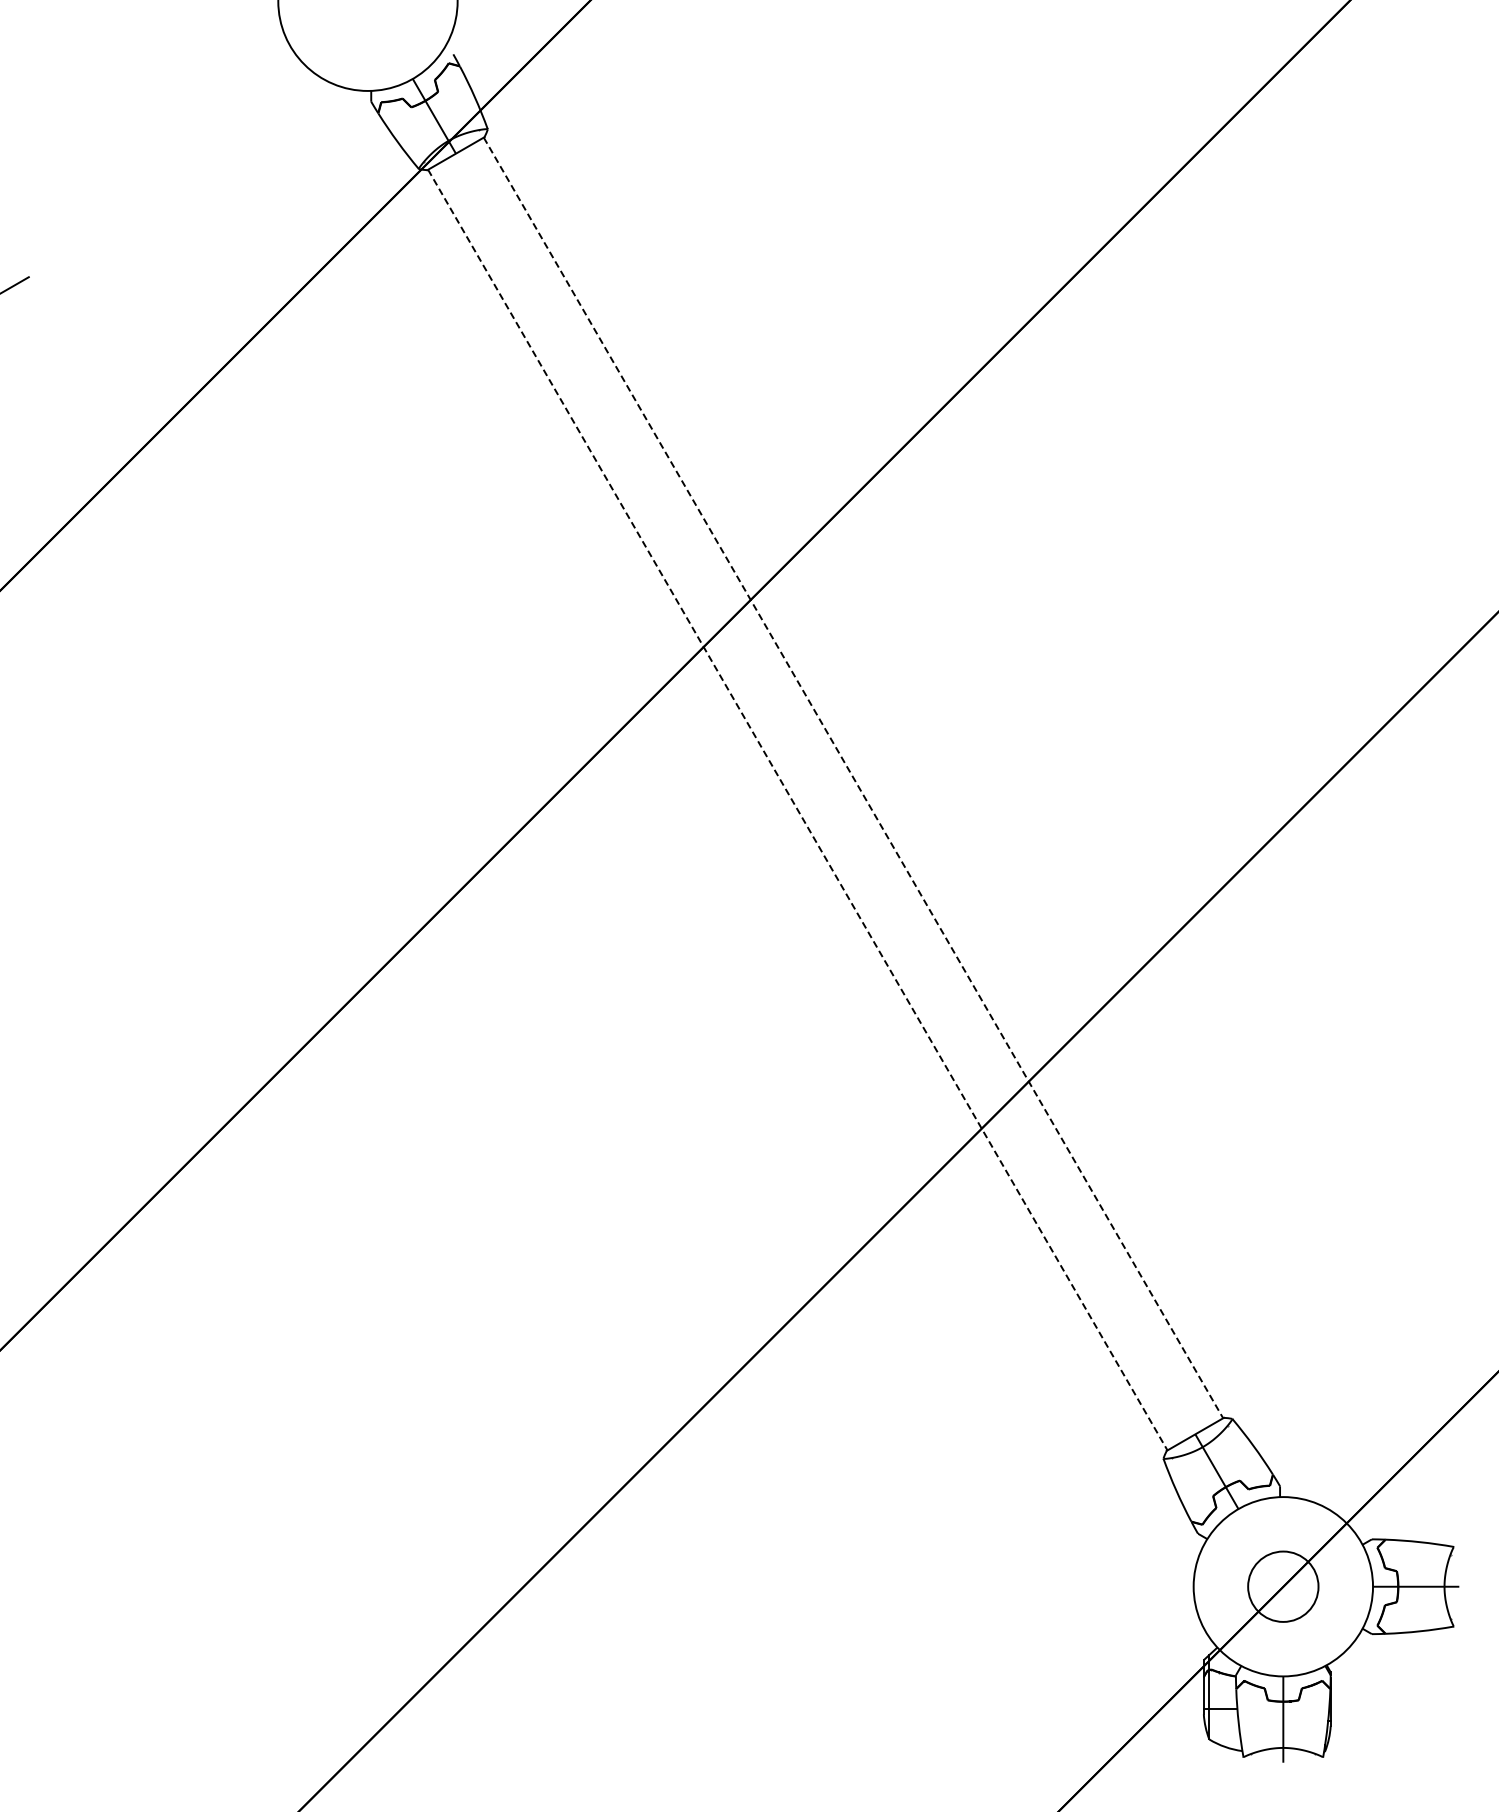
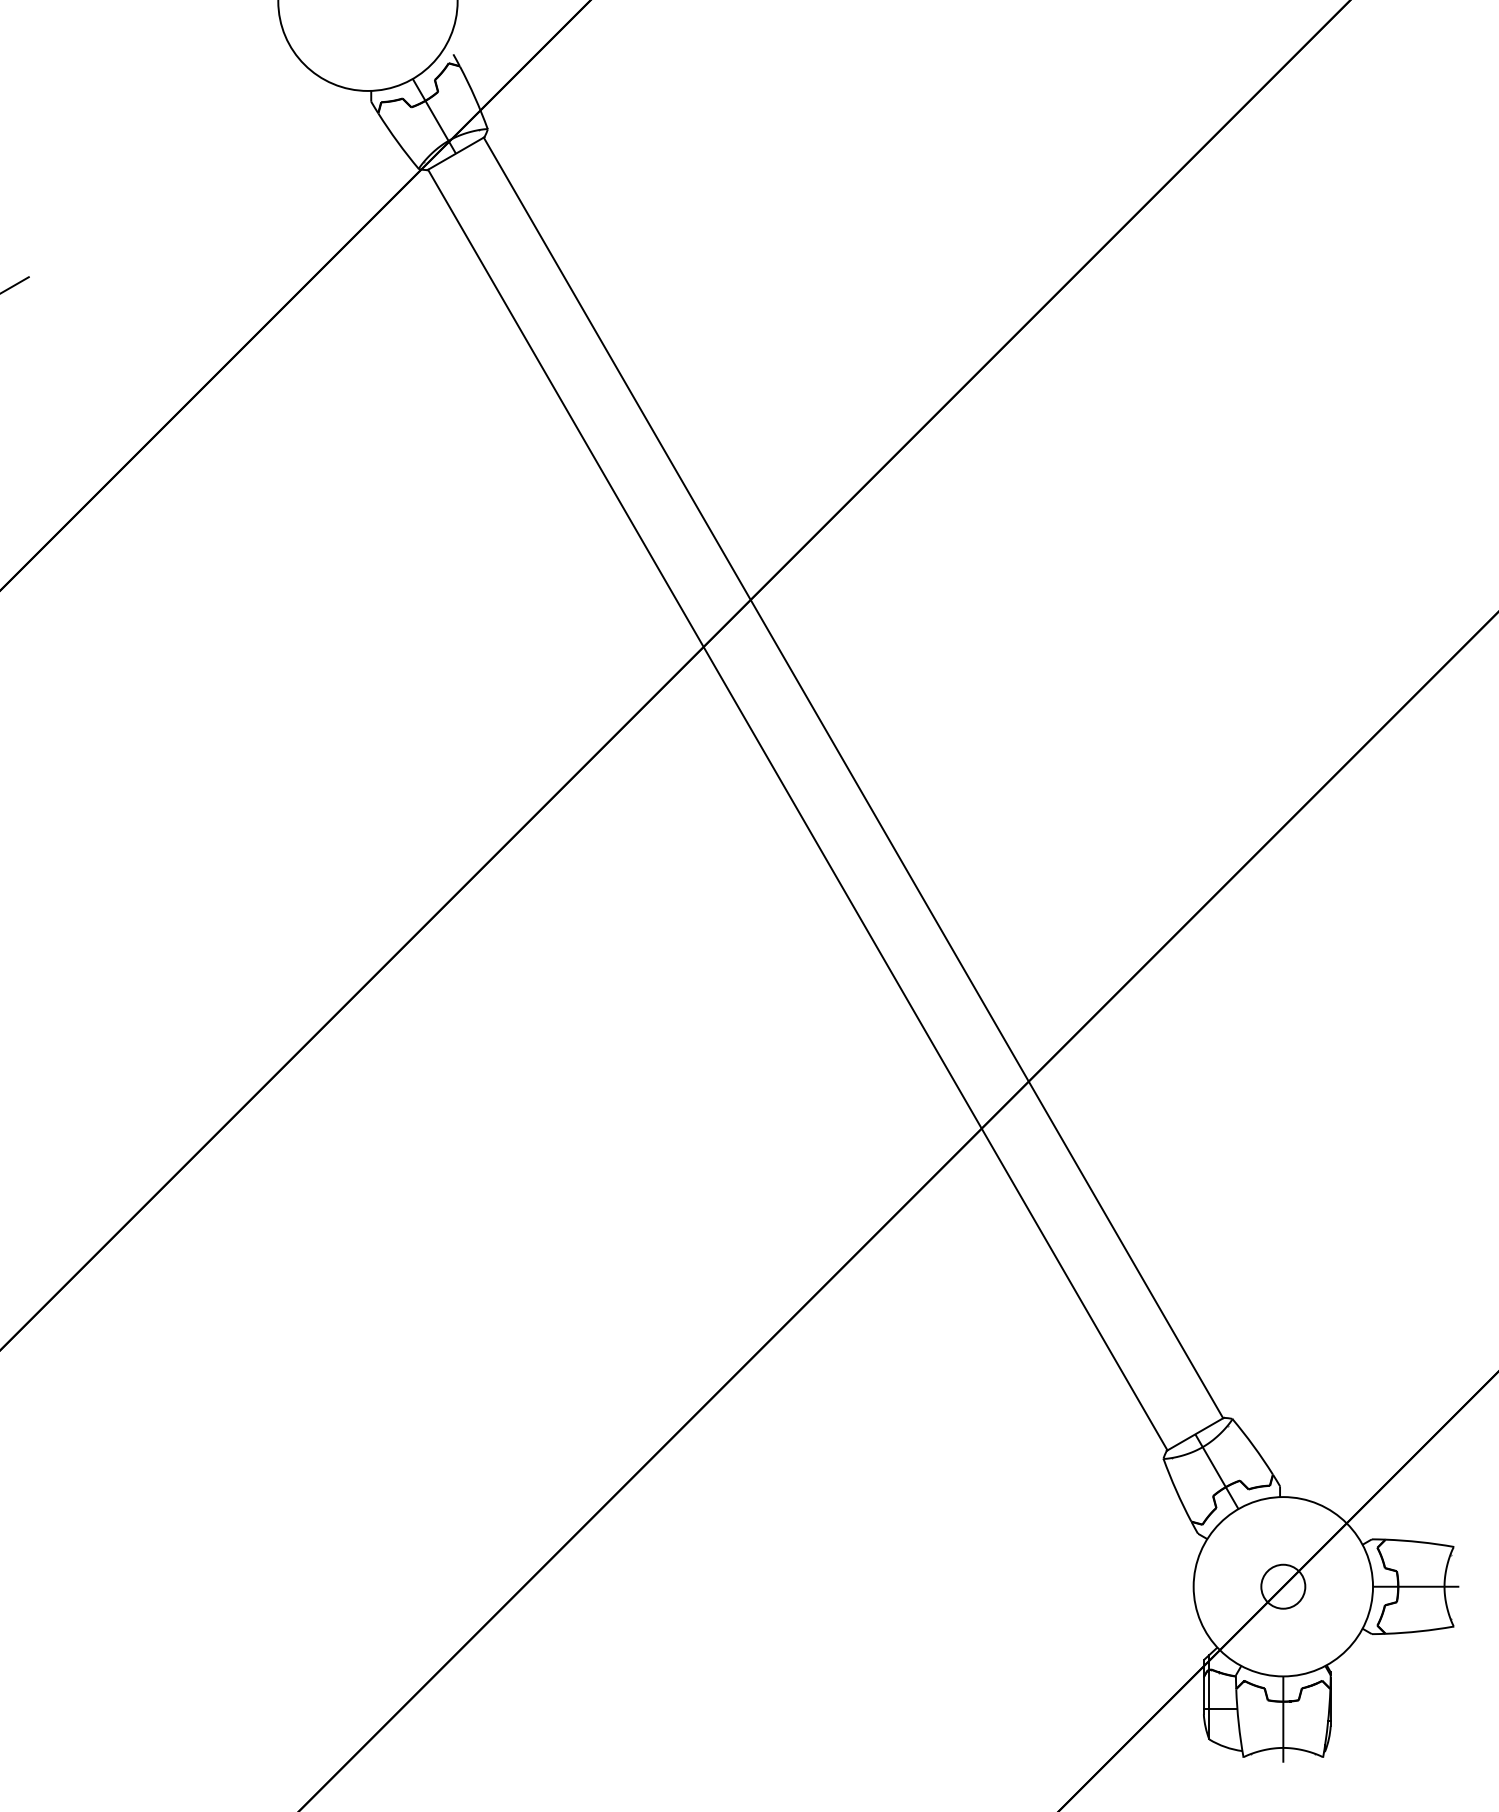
line at (853, 778): dashed -> solid
line at (798, 810): dashed -> solid
circle at (1283, 1586) diameter: 70 px -> 44 px
